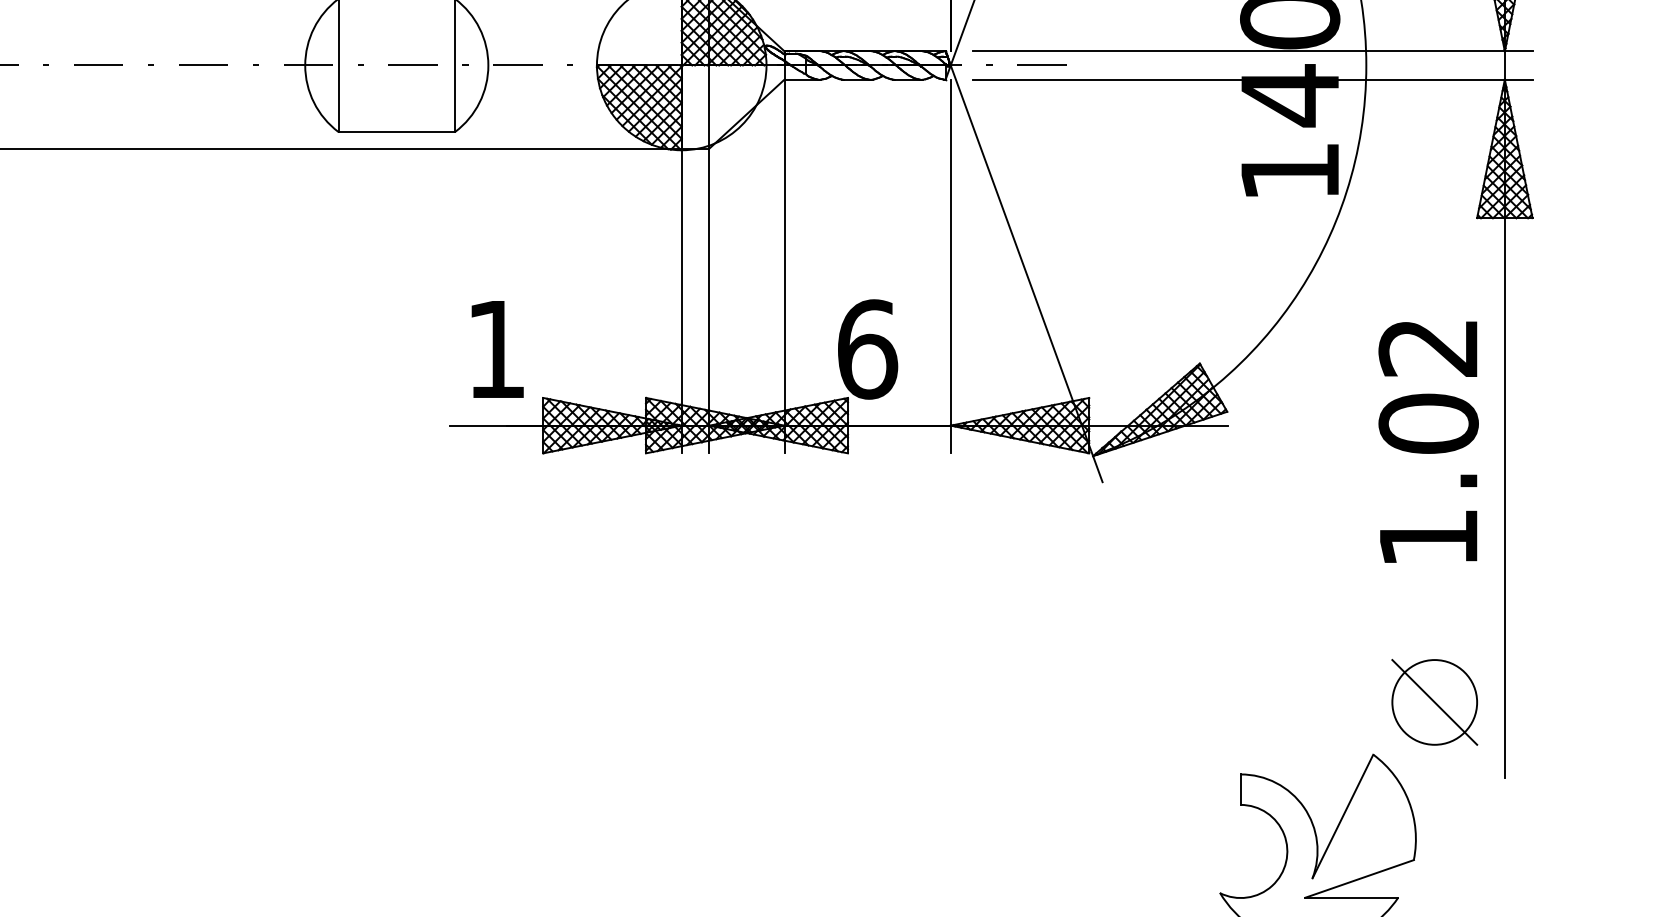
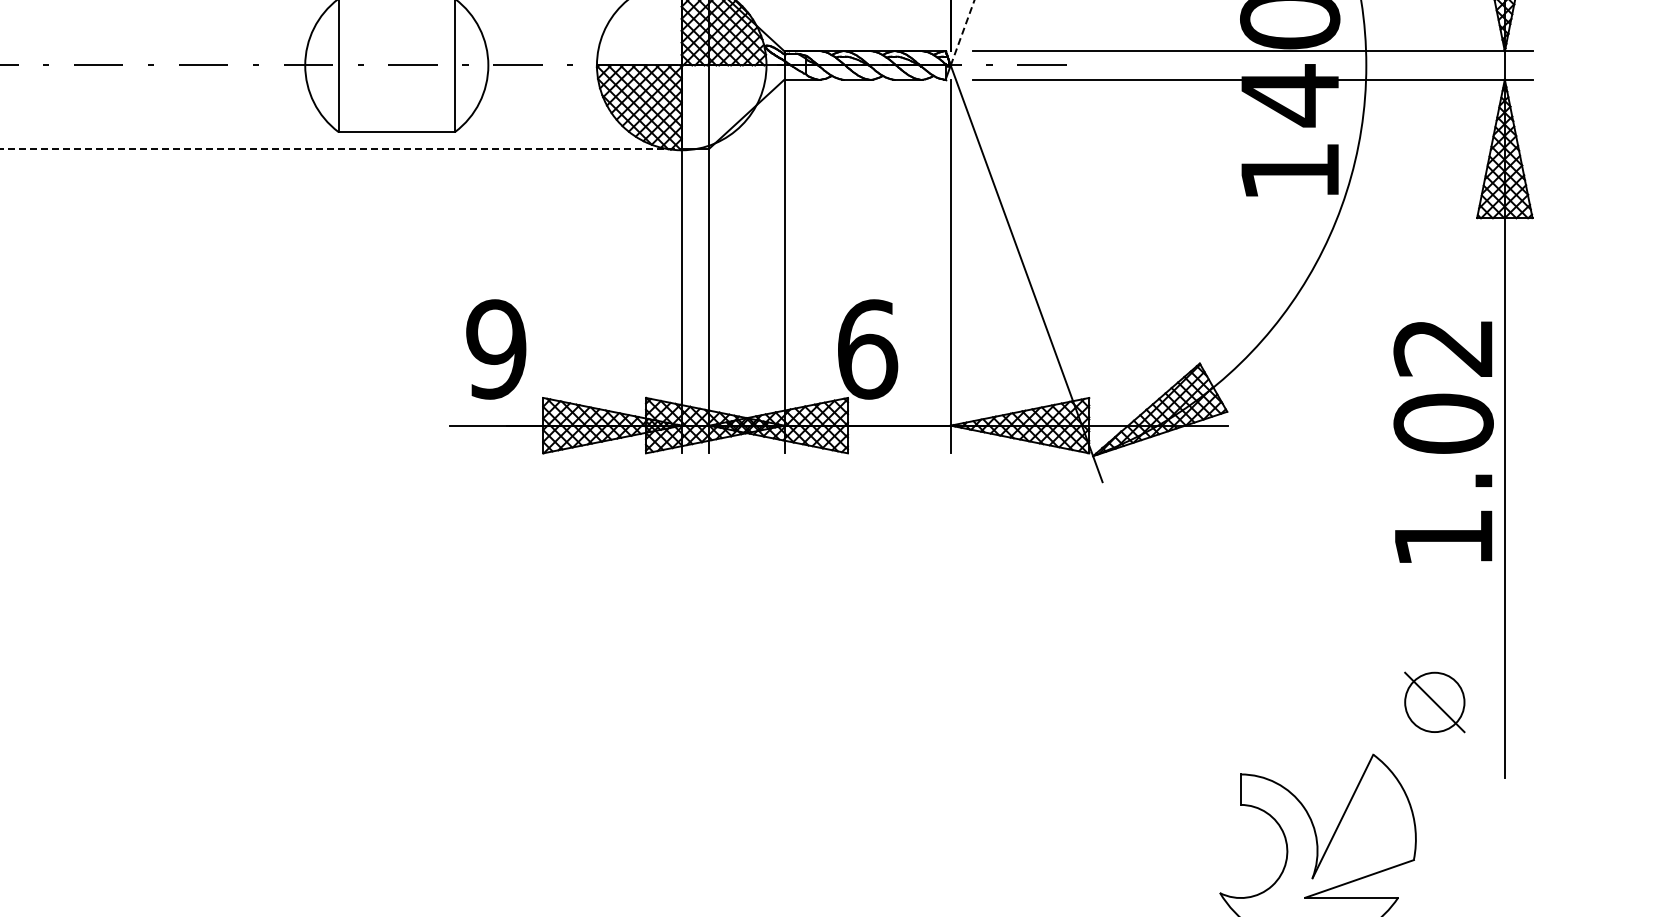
line at (962, 32): solid -> dashed
line at (341, 148): solid -> dashed
text at (496, 349): 1 -> 9
text at (1428, 441) position: (1428, 441) -> (1443, 441)
part at (1434, 702) size: 88x87 px -> 62x63 px
